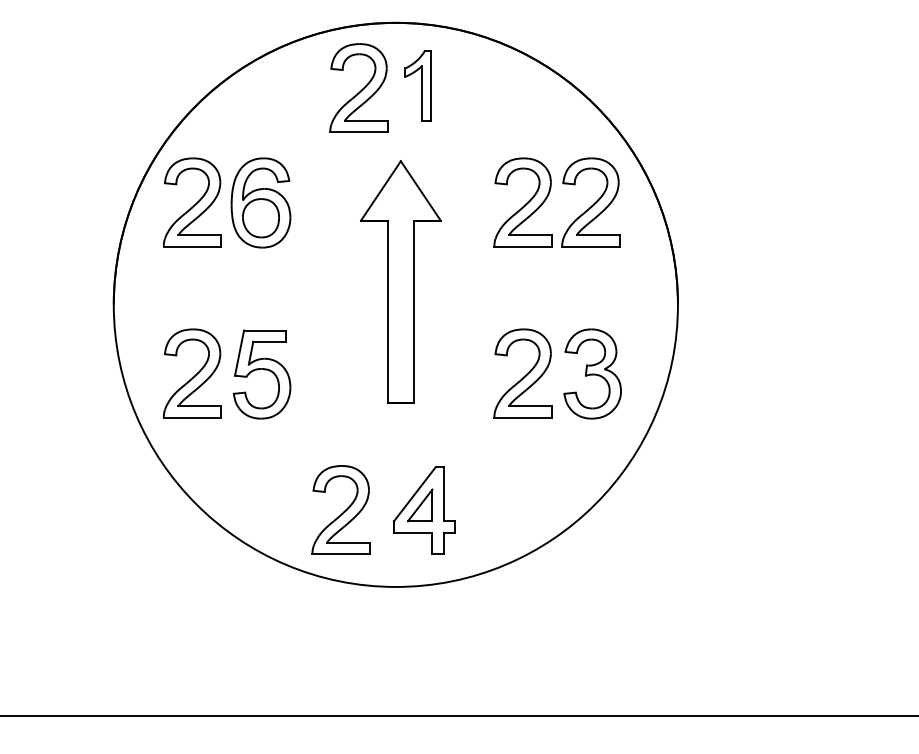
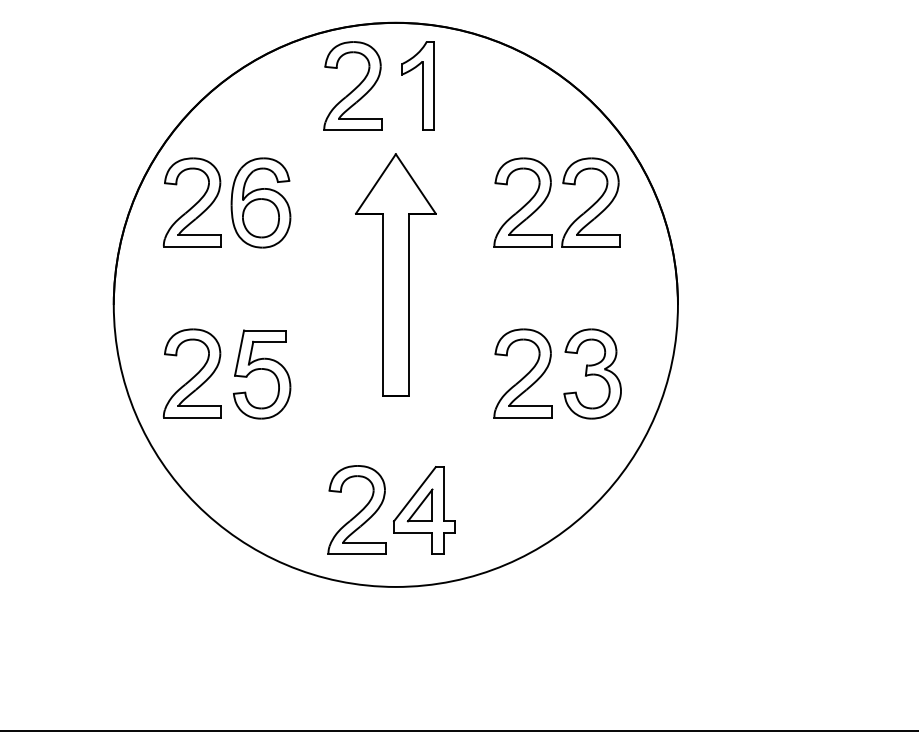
part at (417, 85) size: 28x72 px -> 34x90 px
part at (358, 87) position: (358, 87) -> (352, 85)
part at (400, 281) position: (400, 281) -> (395, 274)
part at (340, 509) position: (340, 509) -> (356, 509)
line at (458, 716) position: (458, 716) -> (458, 731)
